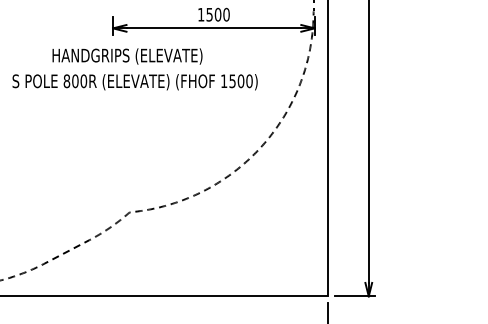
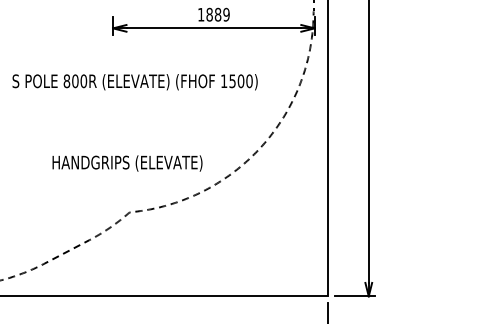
text at (217, 14): 1500 -> 1889
text at (127, 56) position: (127, 56) -> (127, 163)
